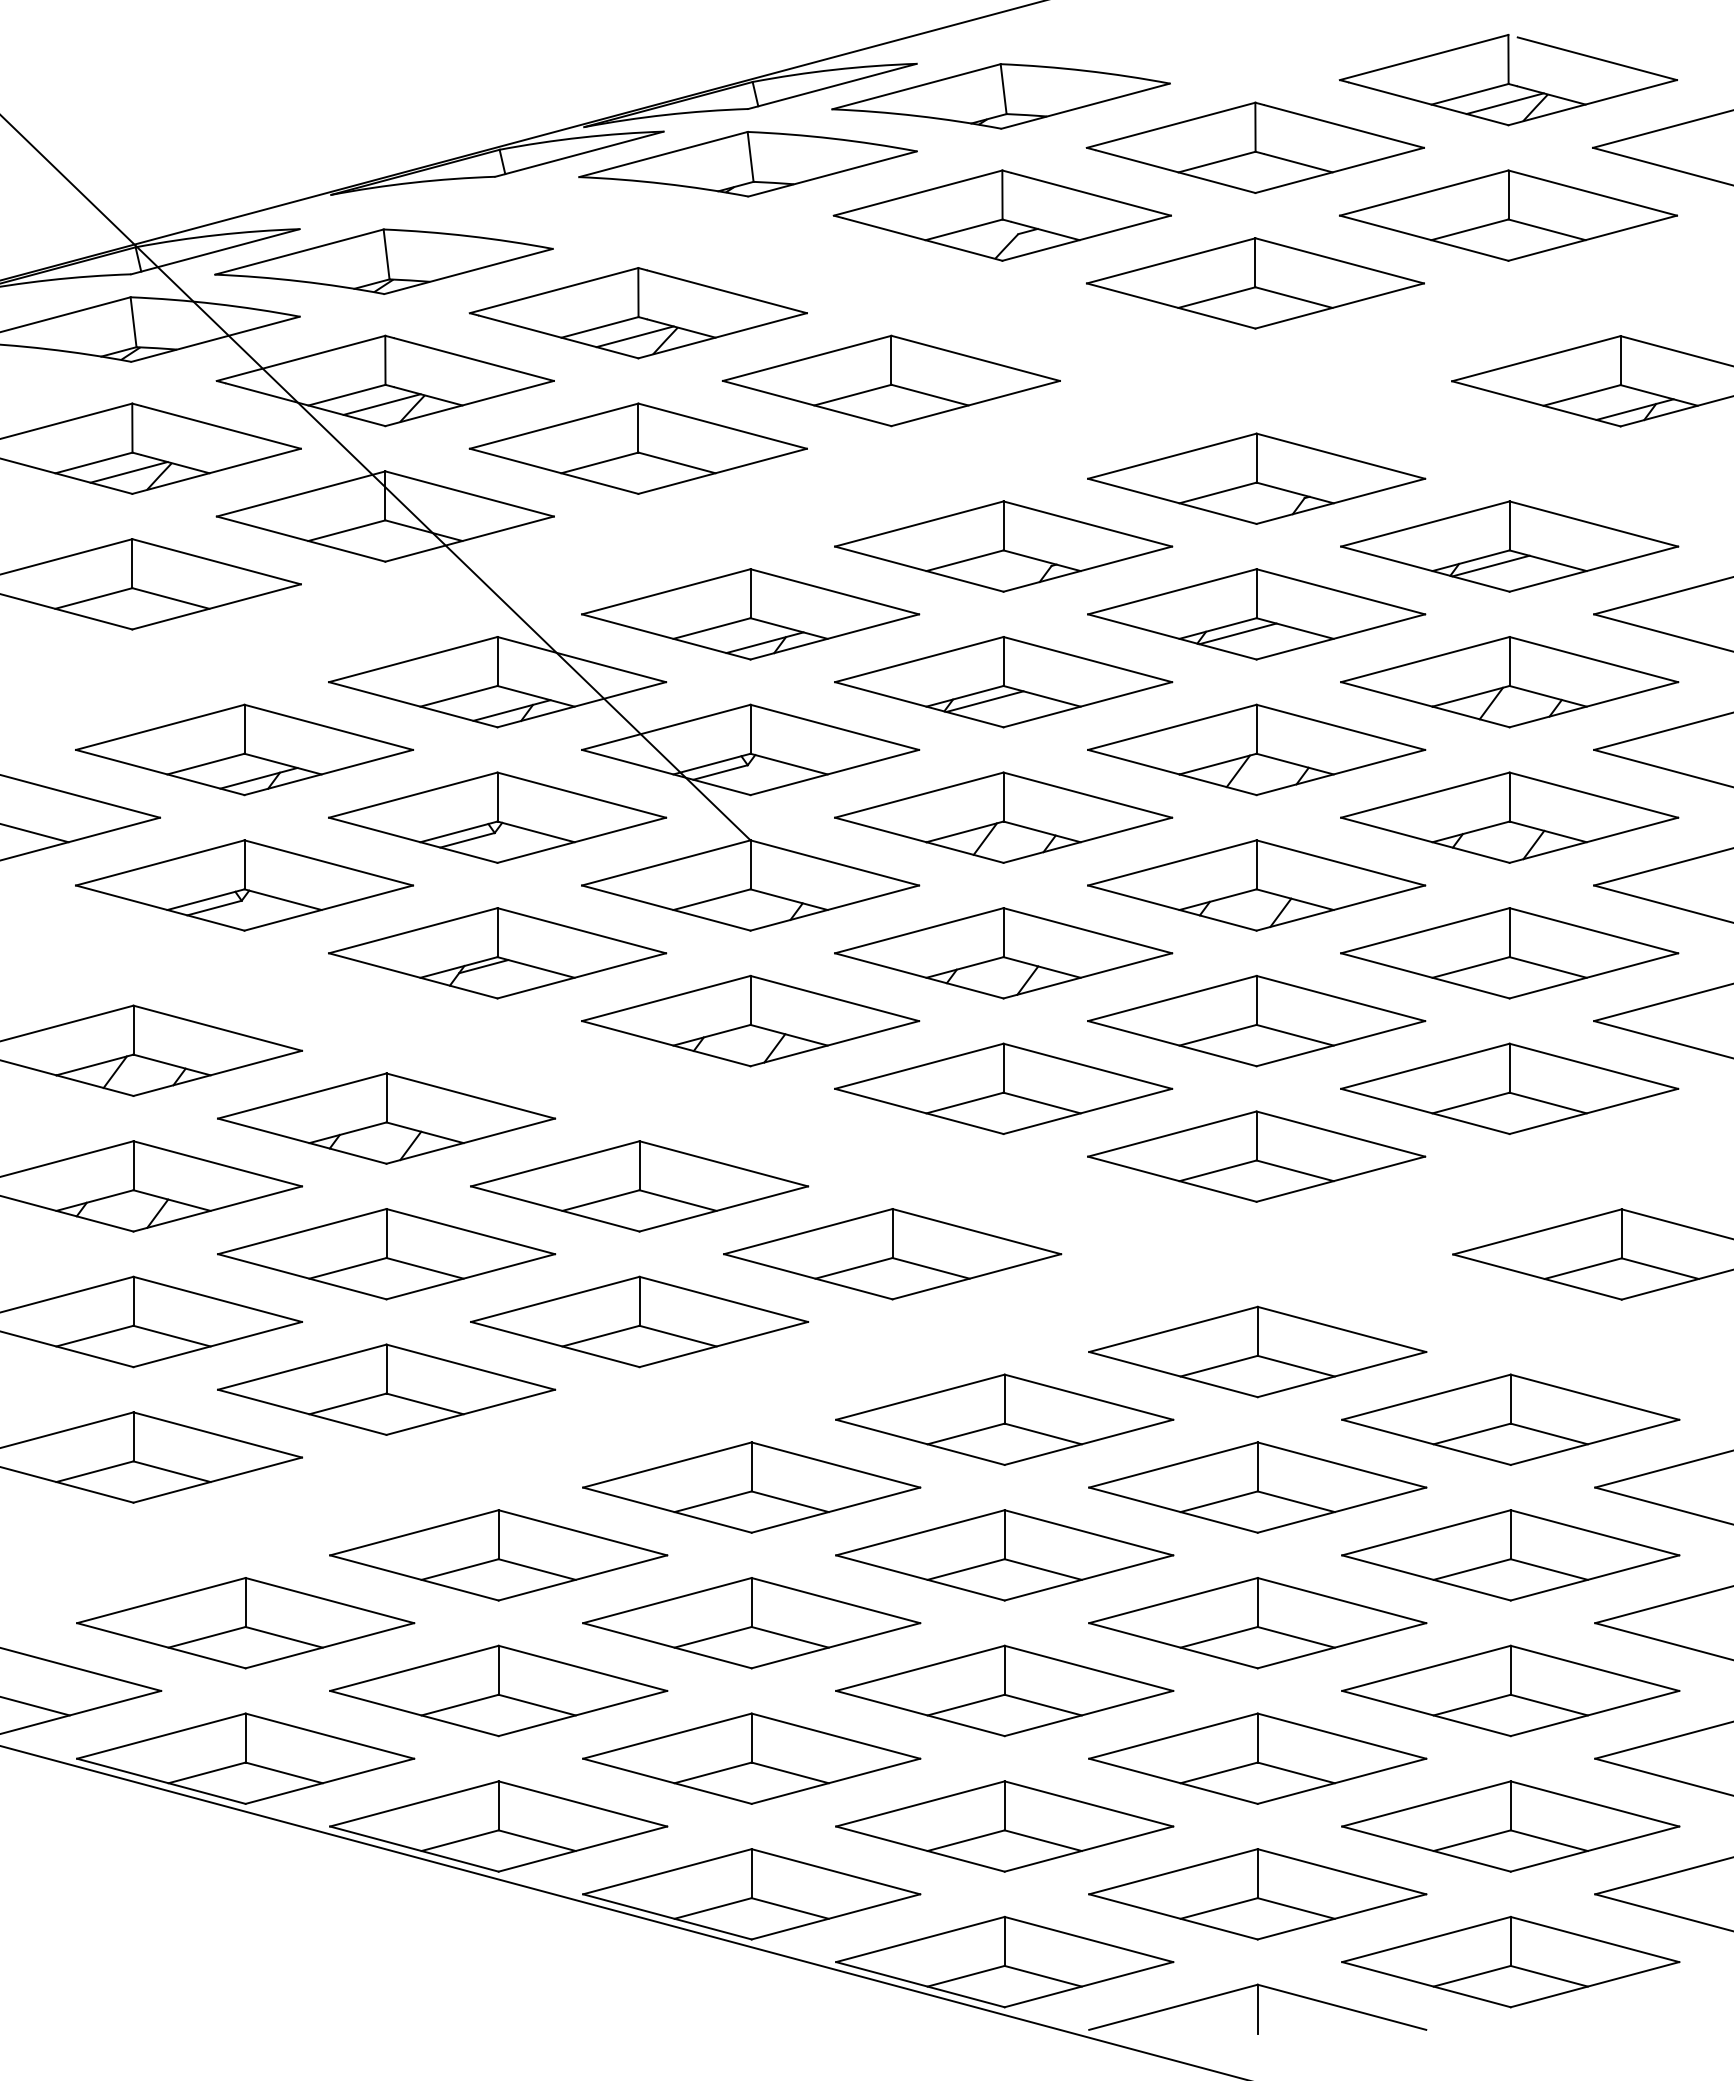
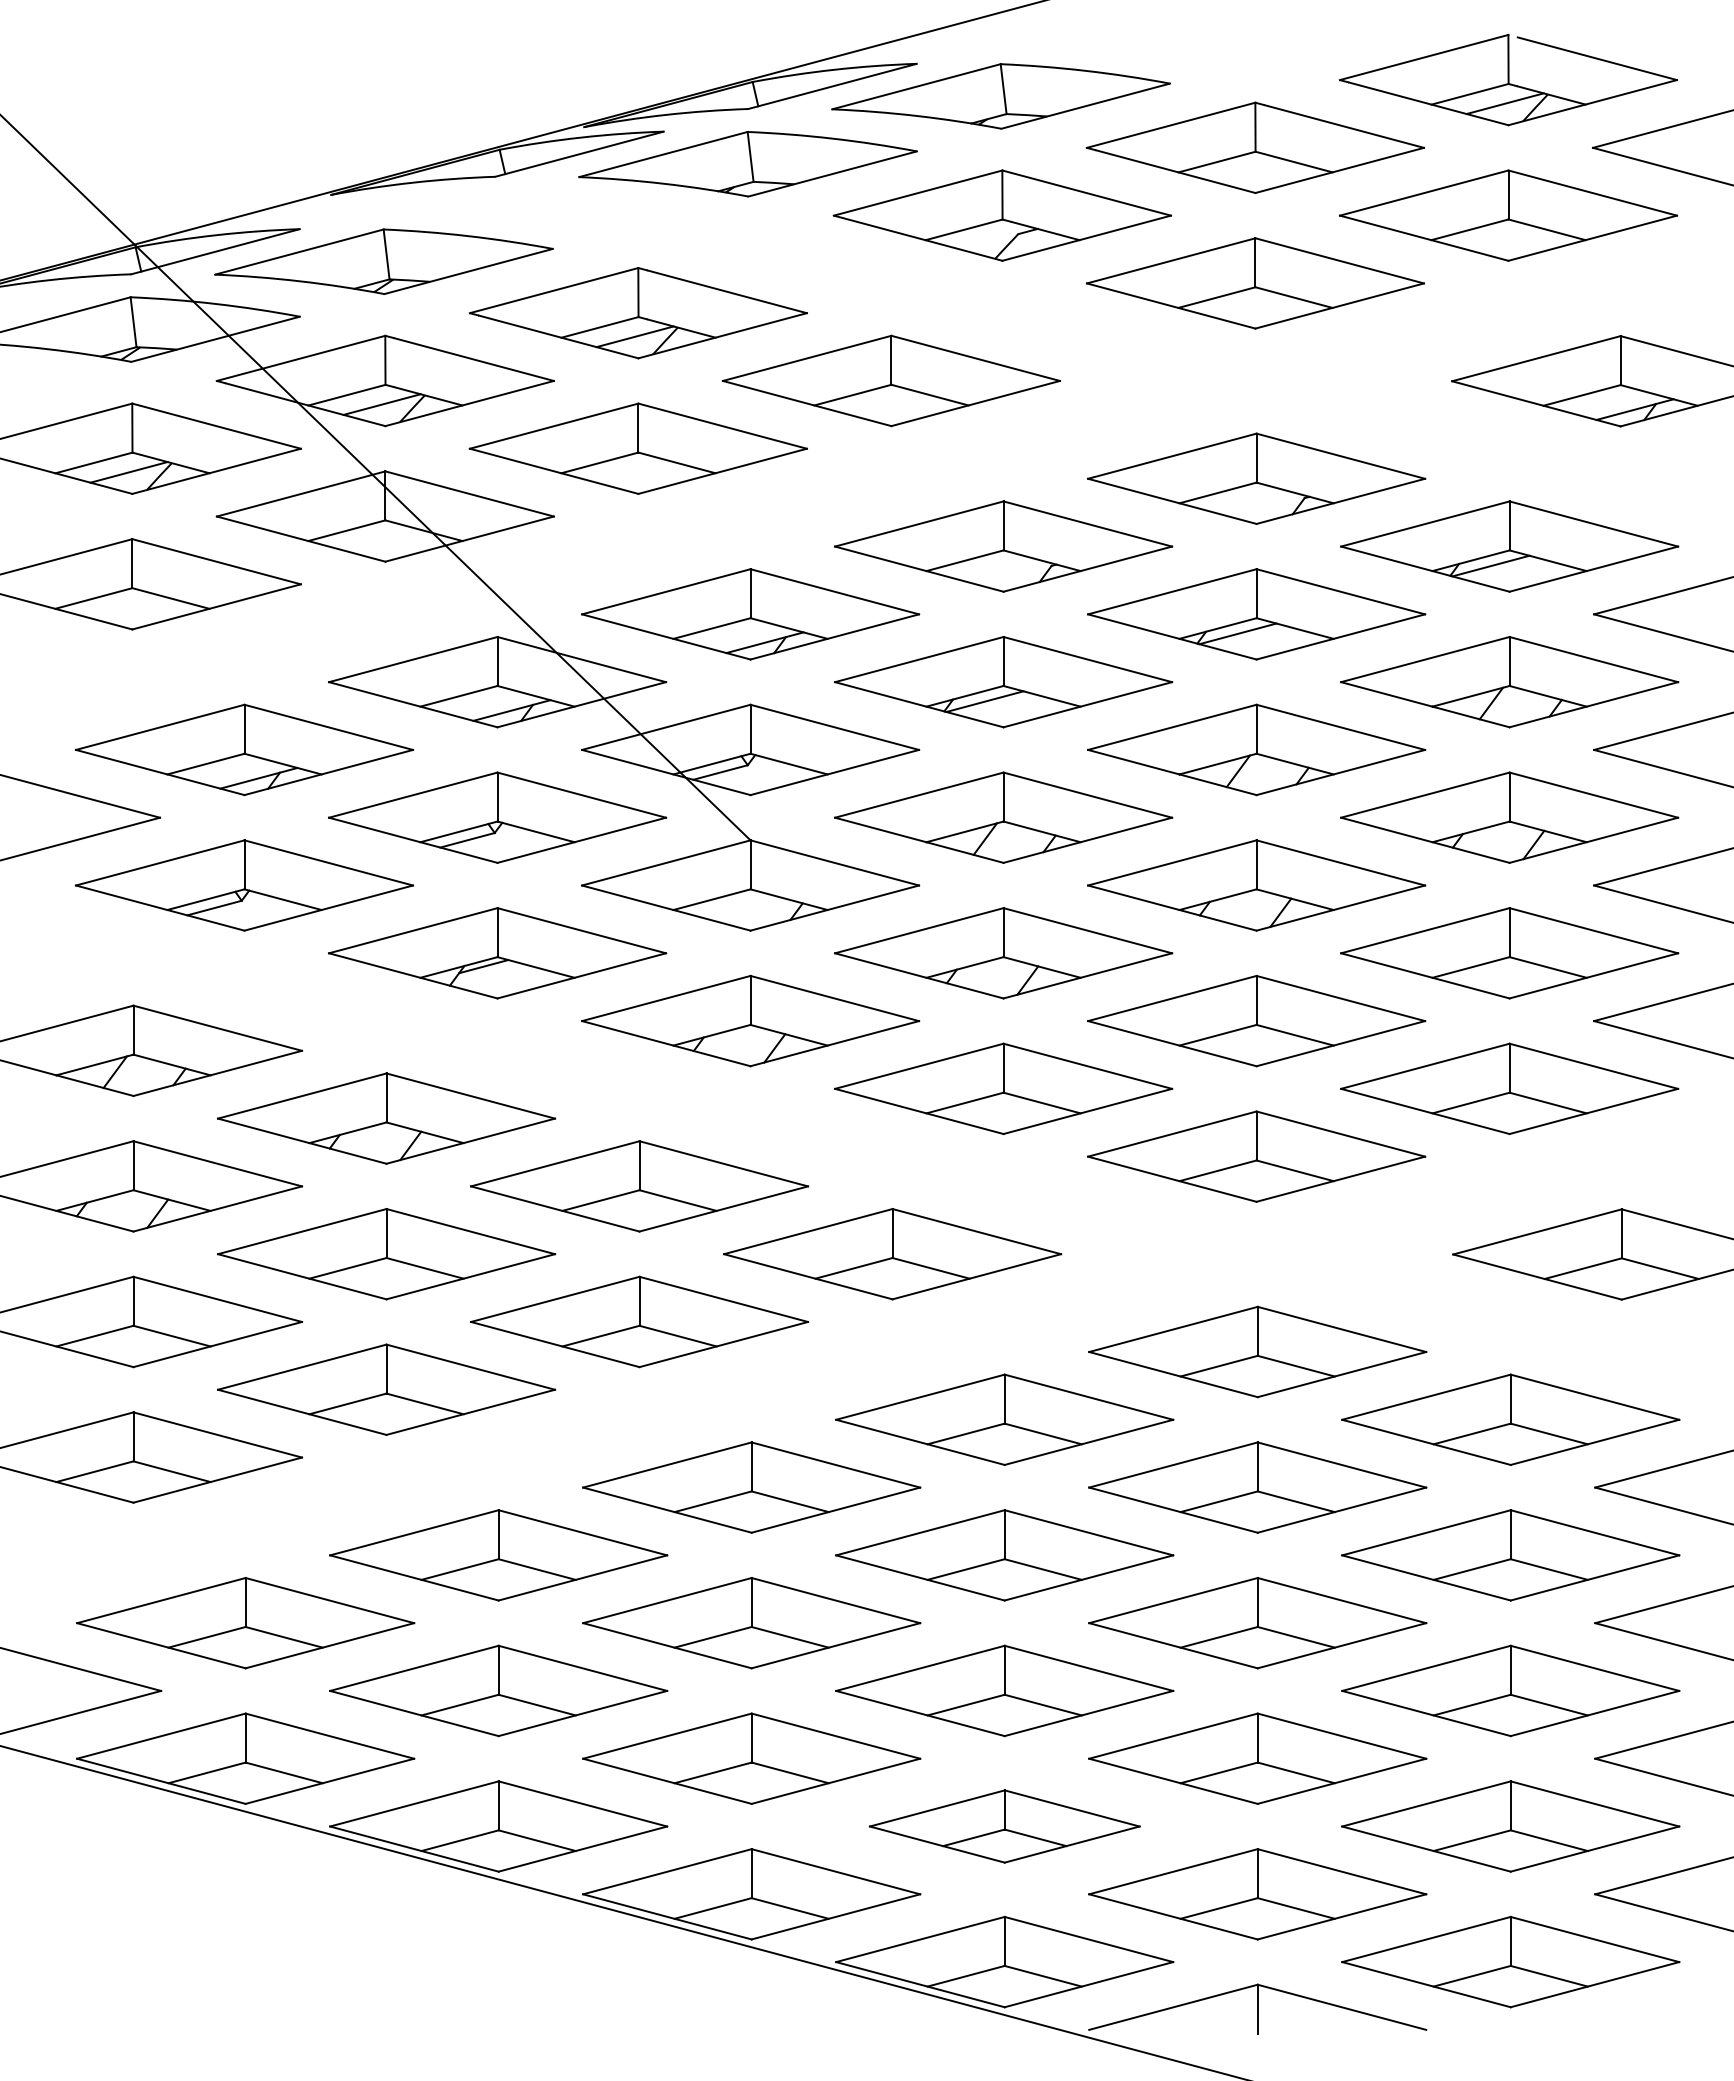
line at (35, 833): present -> none
line at (35, 1706): present -> none
part at (1004, 1826) size: 340x93 px -> 273x75 px
